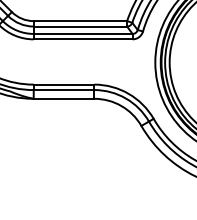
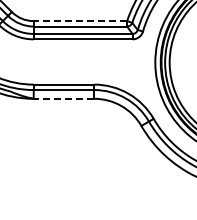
line at (80, 21): solid -> dashed
line at (63, 98): solid -> dashed
